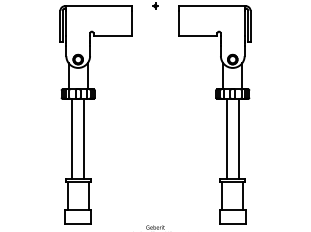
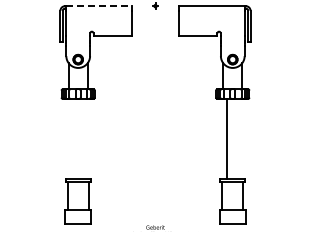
line at (99, 6): solid -> dashed
line at (72, 138): present -> none
line at (84, 138): present -> none
line at (238, 138): present -> none
